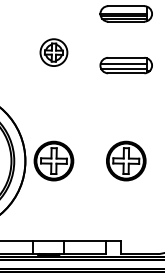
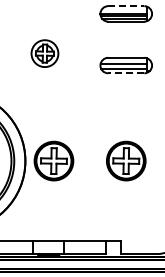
line at (126, 6): solid -> dashed
part at (53, 52) position: (53, 52) -> (44, 53)
line at (125, 73): solid -> dashed
